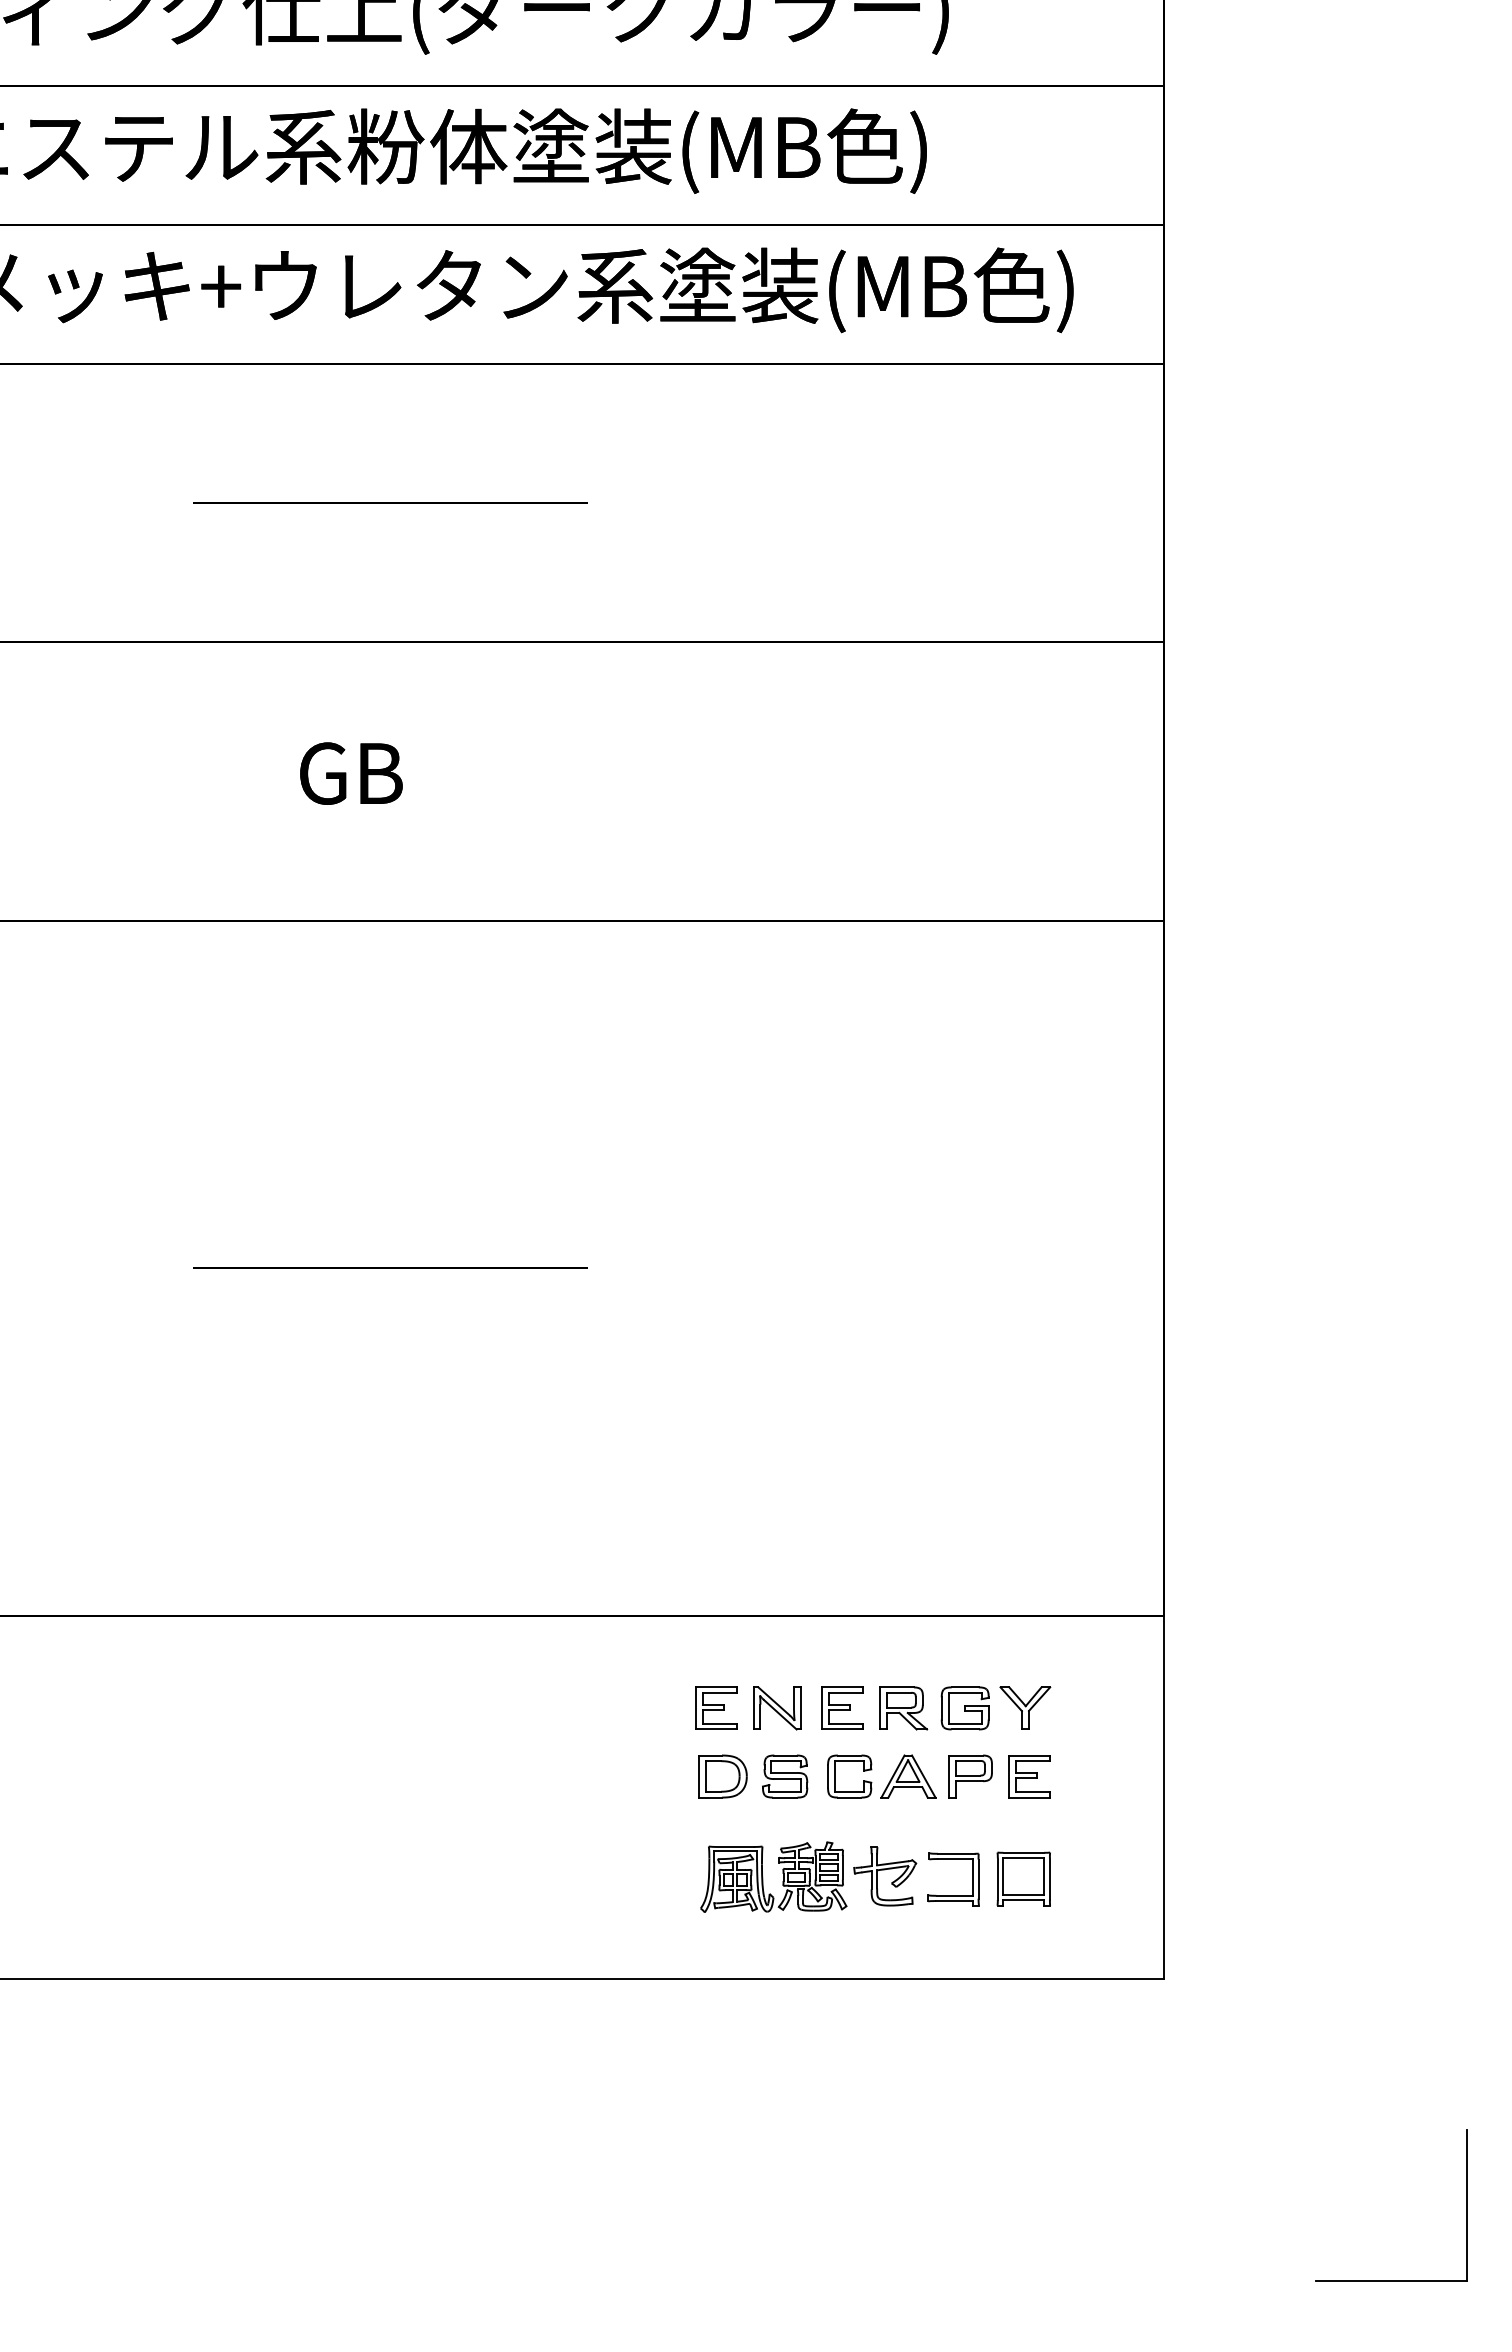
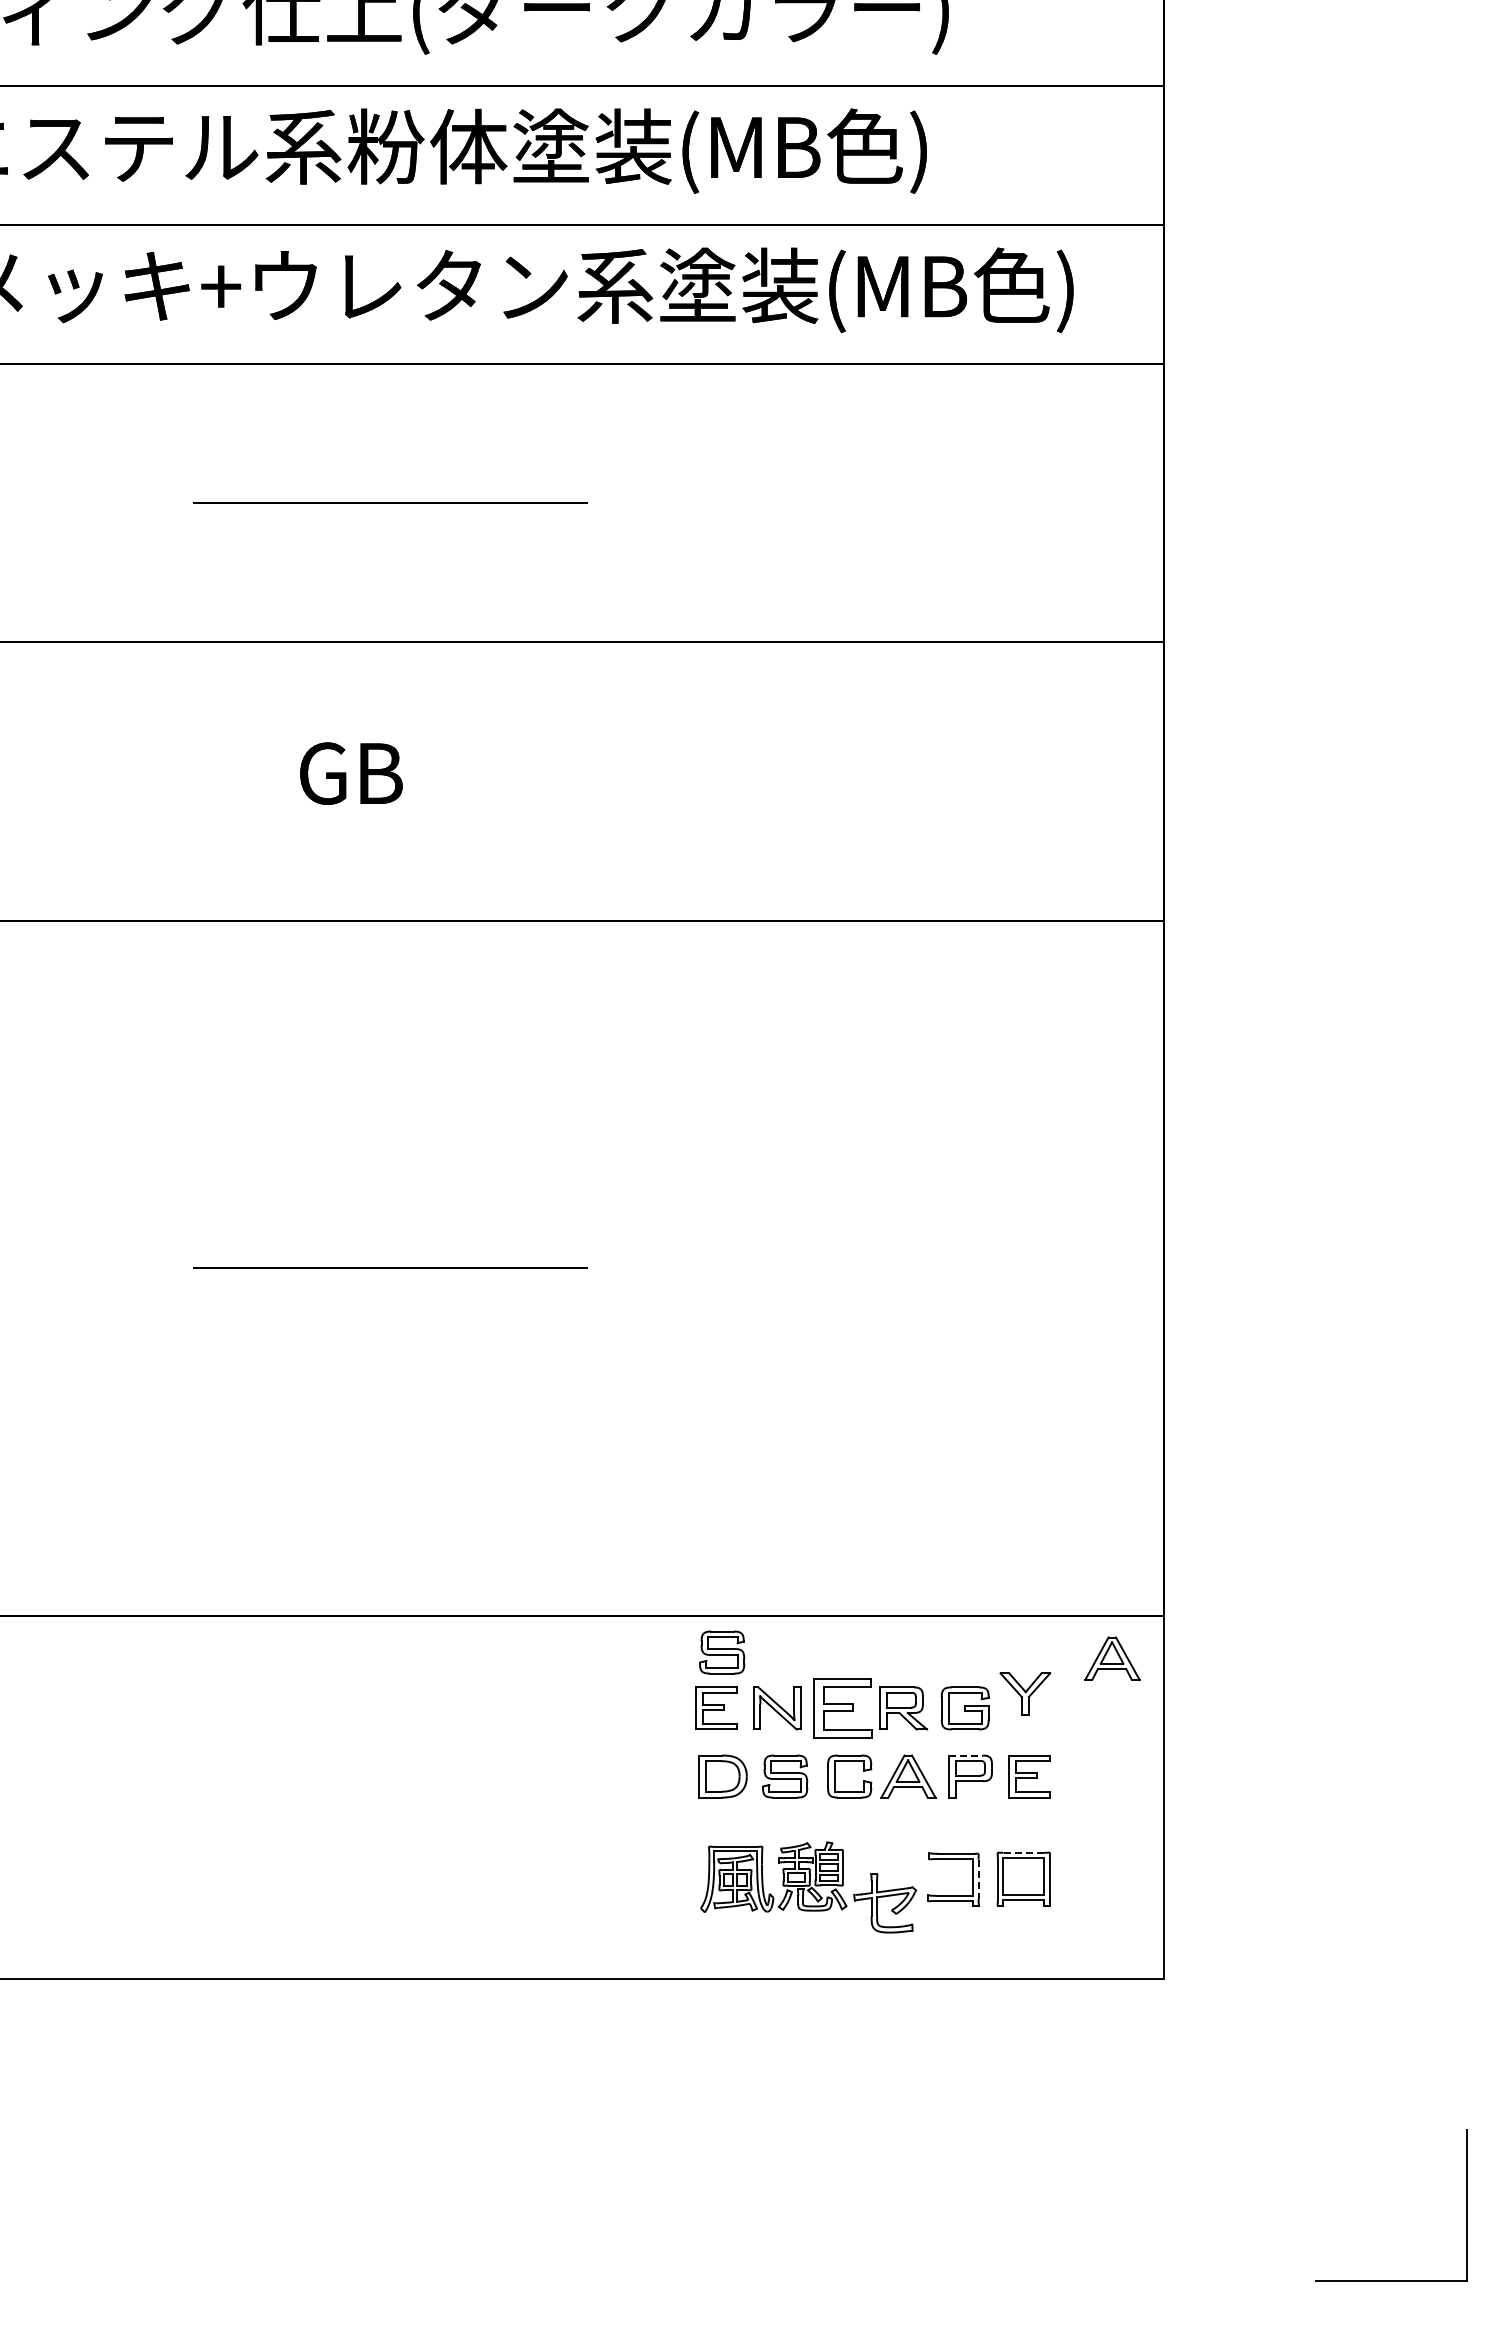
part at (722, 1652): none -> present
part at (1112, 1658): none -> present
part at (842, 1707) size: 43x44 px -> 60x61 px
part at (1025, 1707) position: (1025, 1707) -> (1025, 1693)
line at (966, 1755): solid -> dashed
line at (1024, 1852): solid -> dashed
part at (885, 1876) position: (885, 1876) -> (885, 1903)
line at (978, 1879): solid -> dashed
